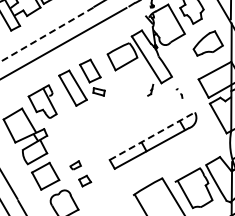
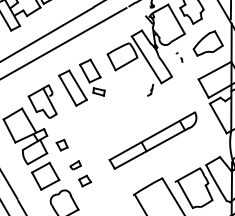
line at (46, 34): dashed -> solid
part at (179, 93) position: (179, 93) -> (179, 57)
line at (152, 136): dashed -> solid
part at (61, 144): none -> present
